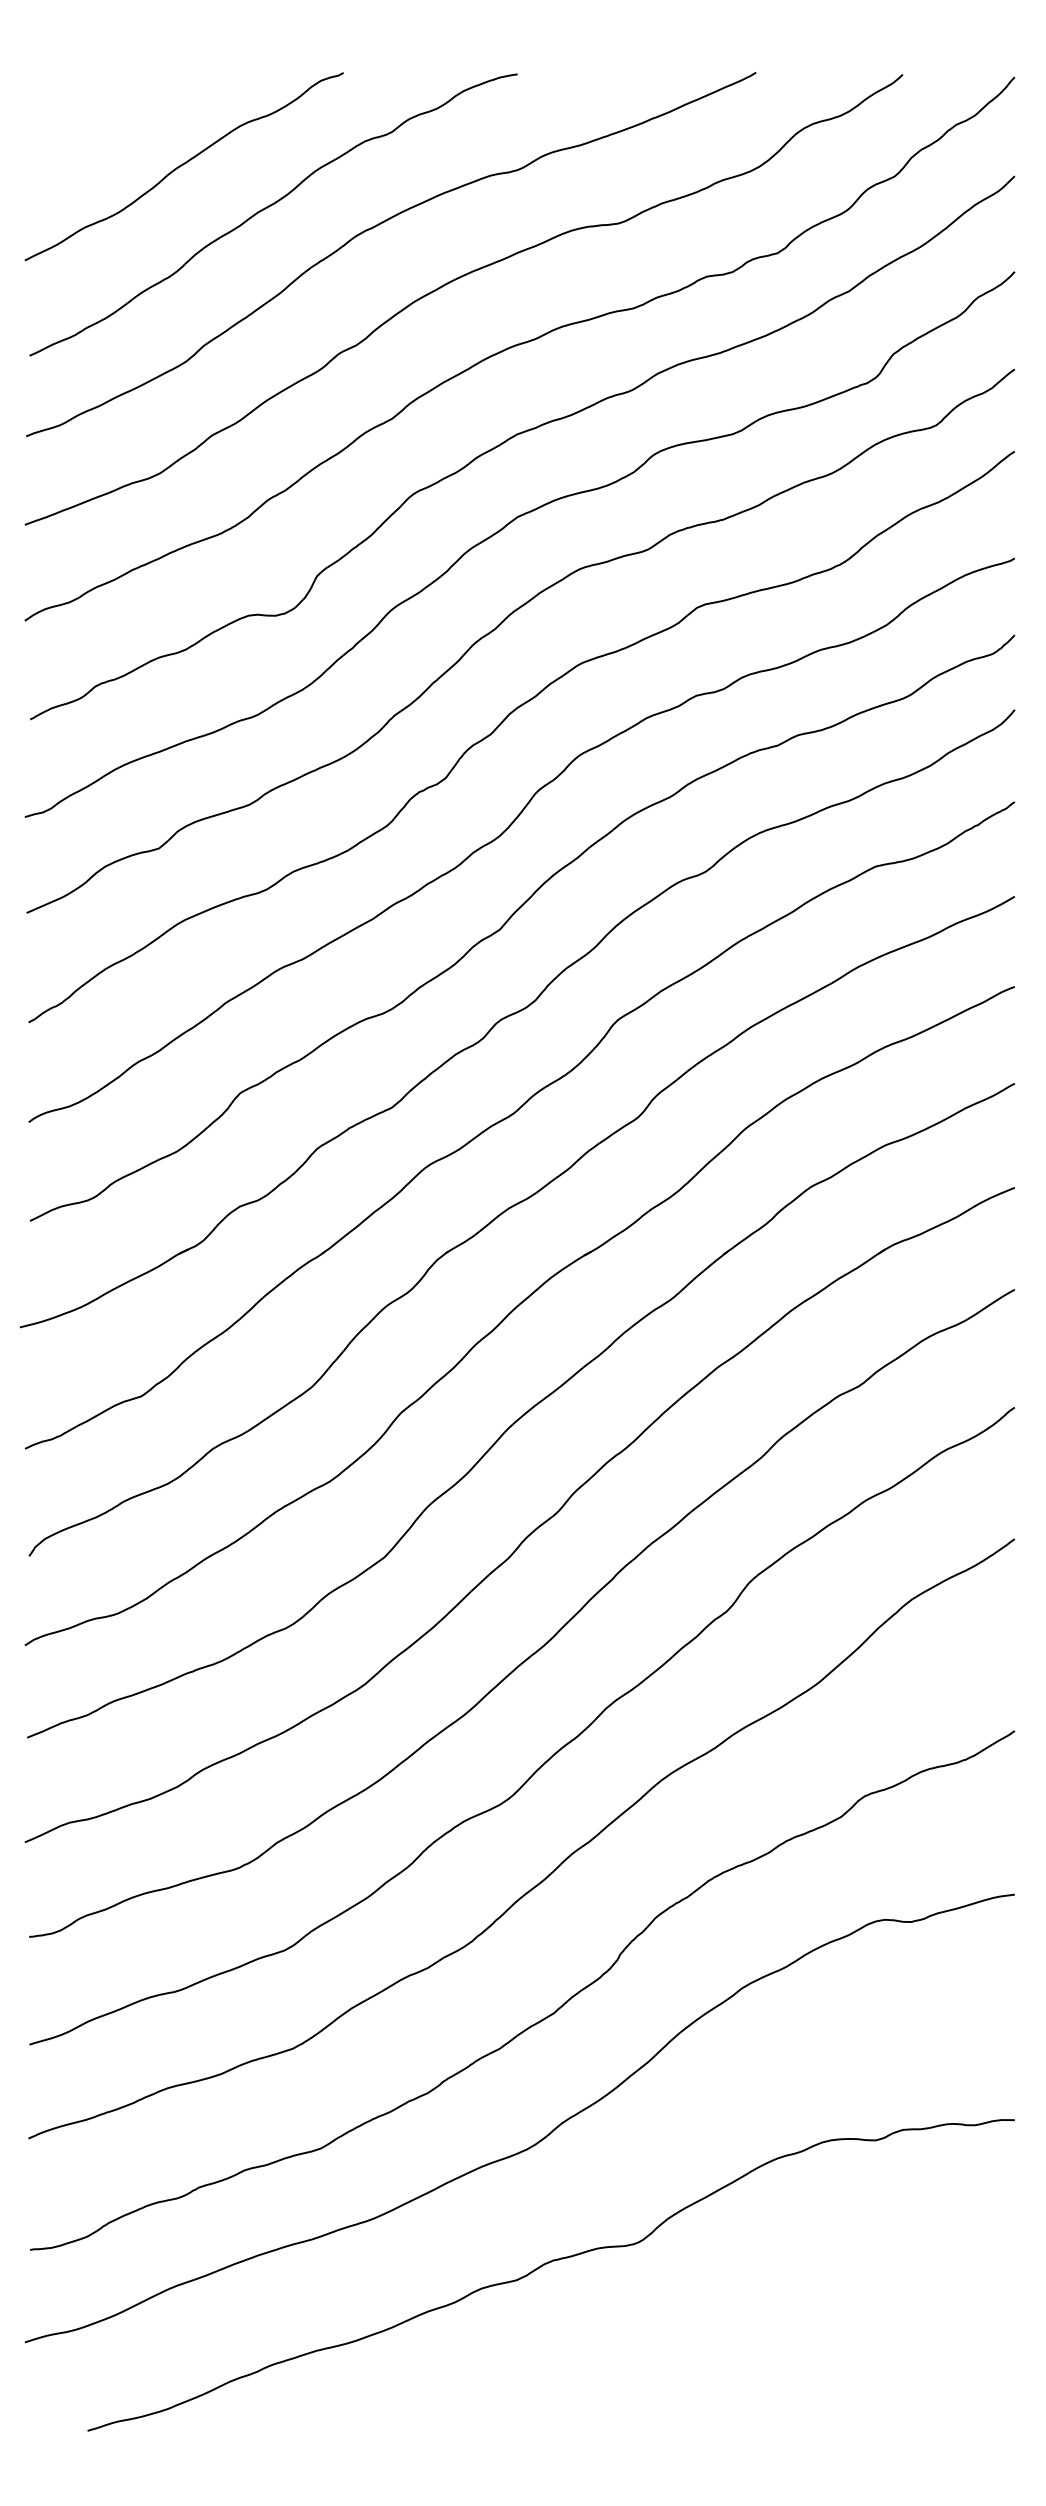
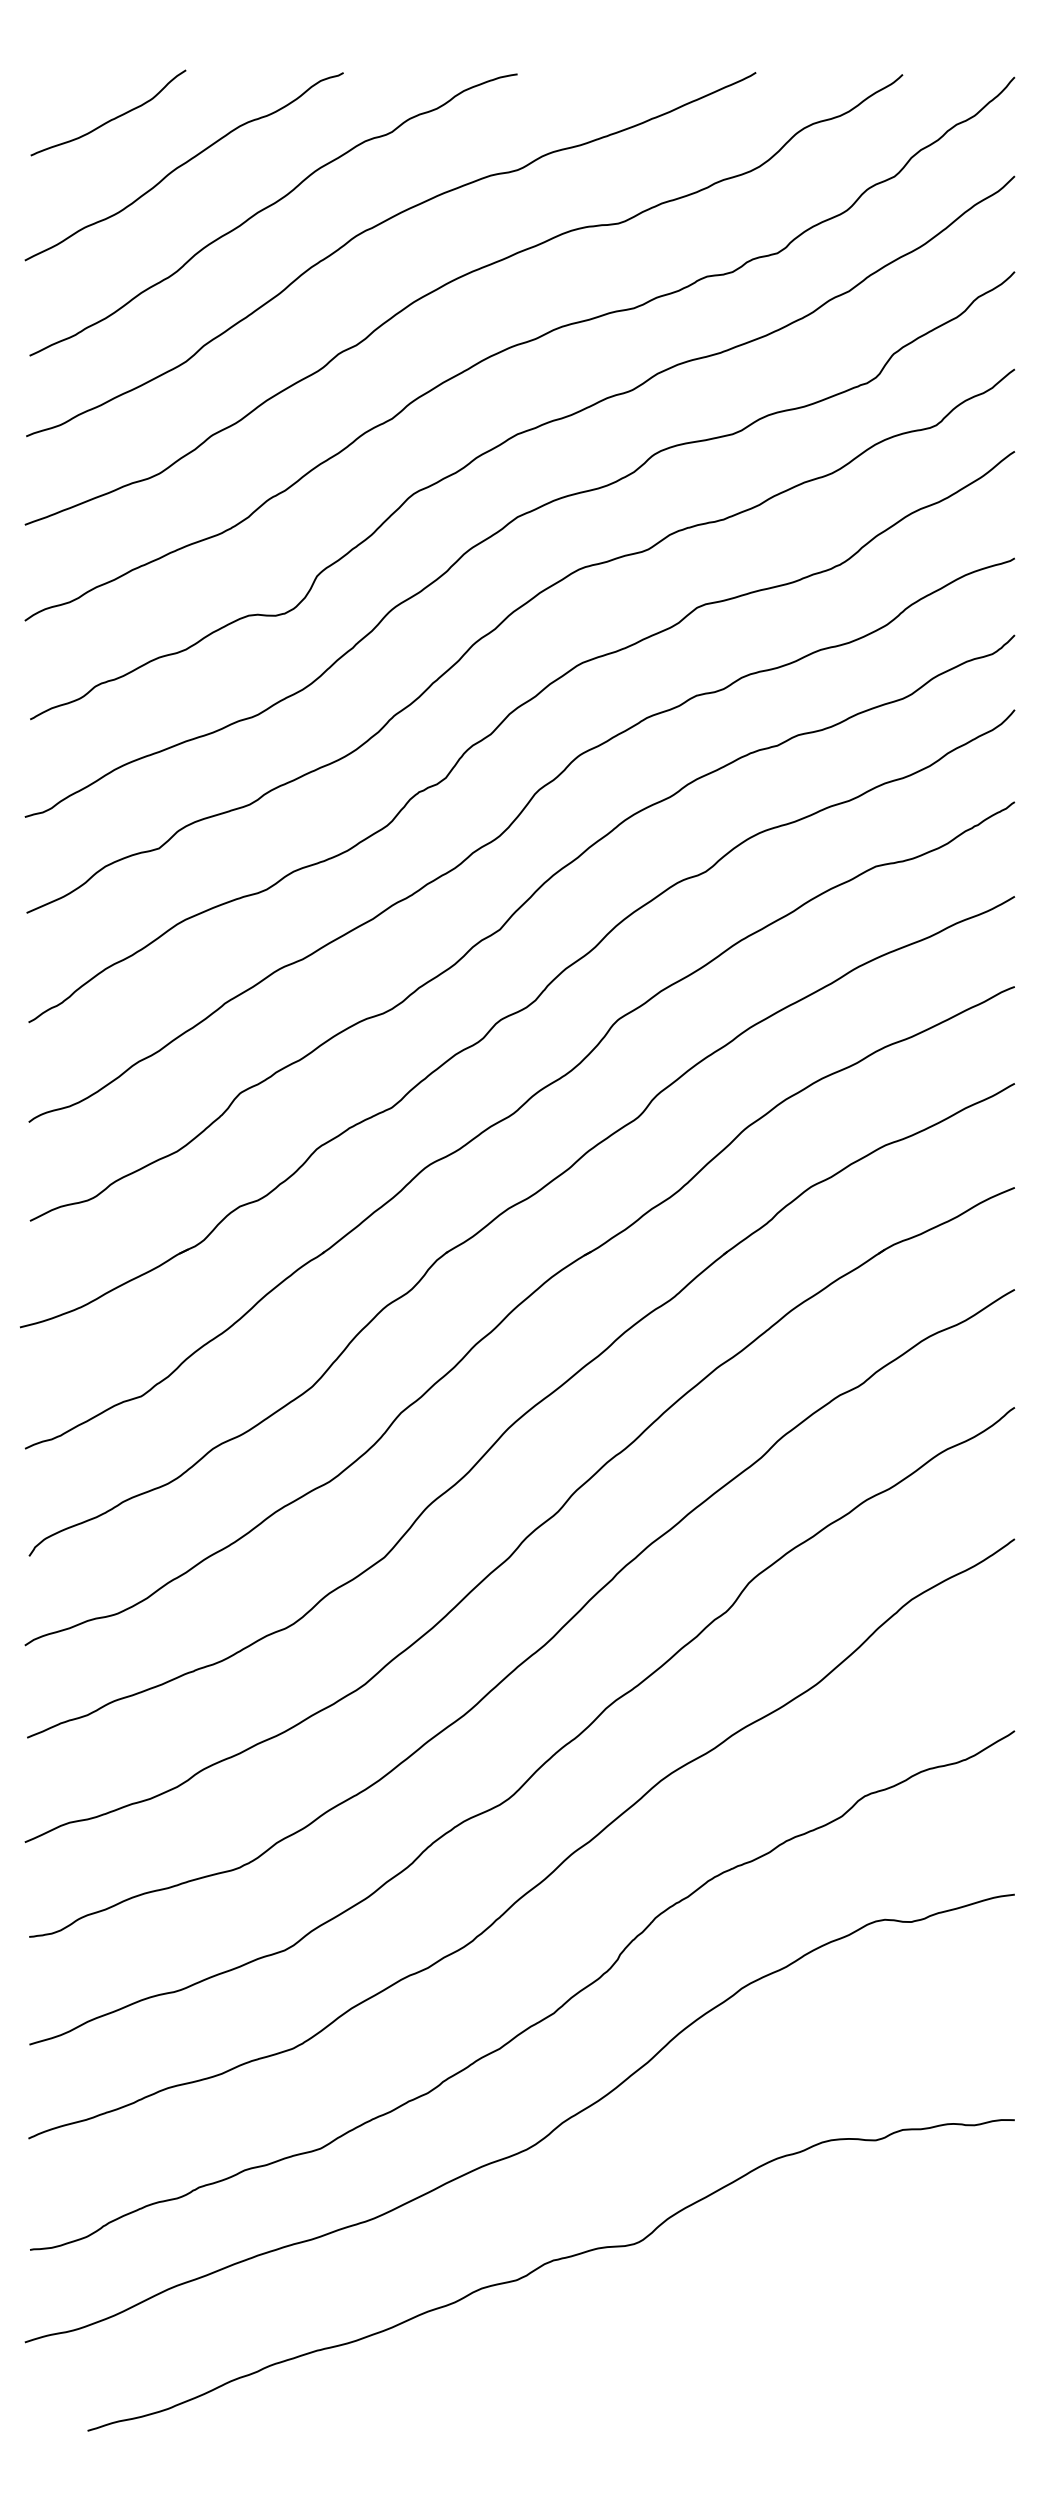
curve at (112, 118): none -> present
